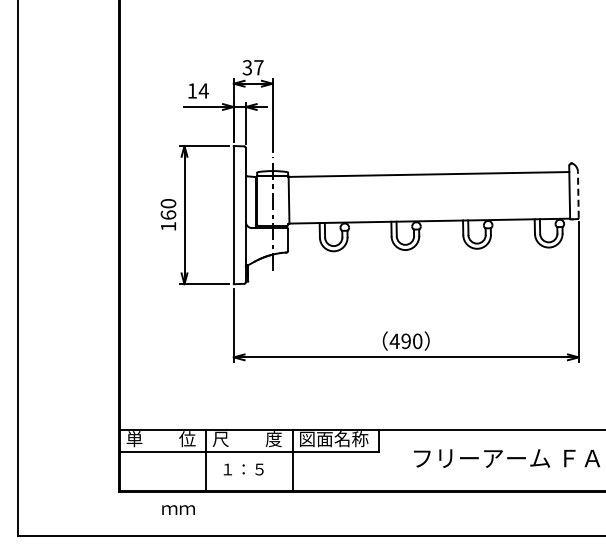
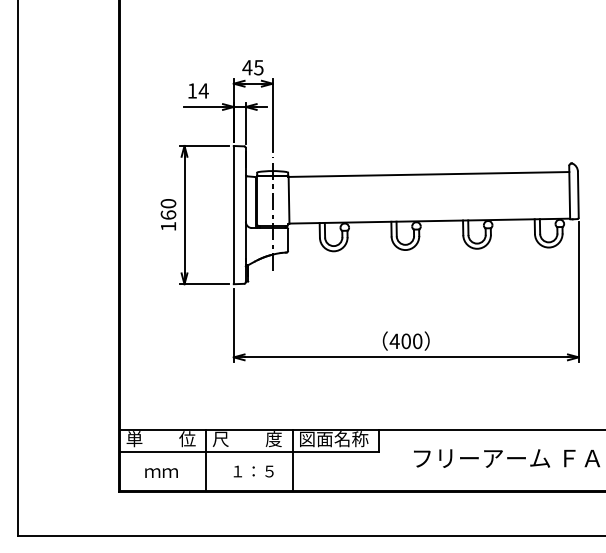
text at (252, 67): 37 -> 45
line at (578, 194): dashed -> solid
text at (405, 341): 490 -> 400
text at (243, 469) position: (243, 469) -> (253, 471)
text at (178, 509) position: (178, 509) -> (161, 472)
